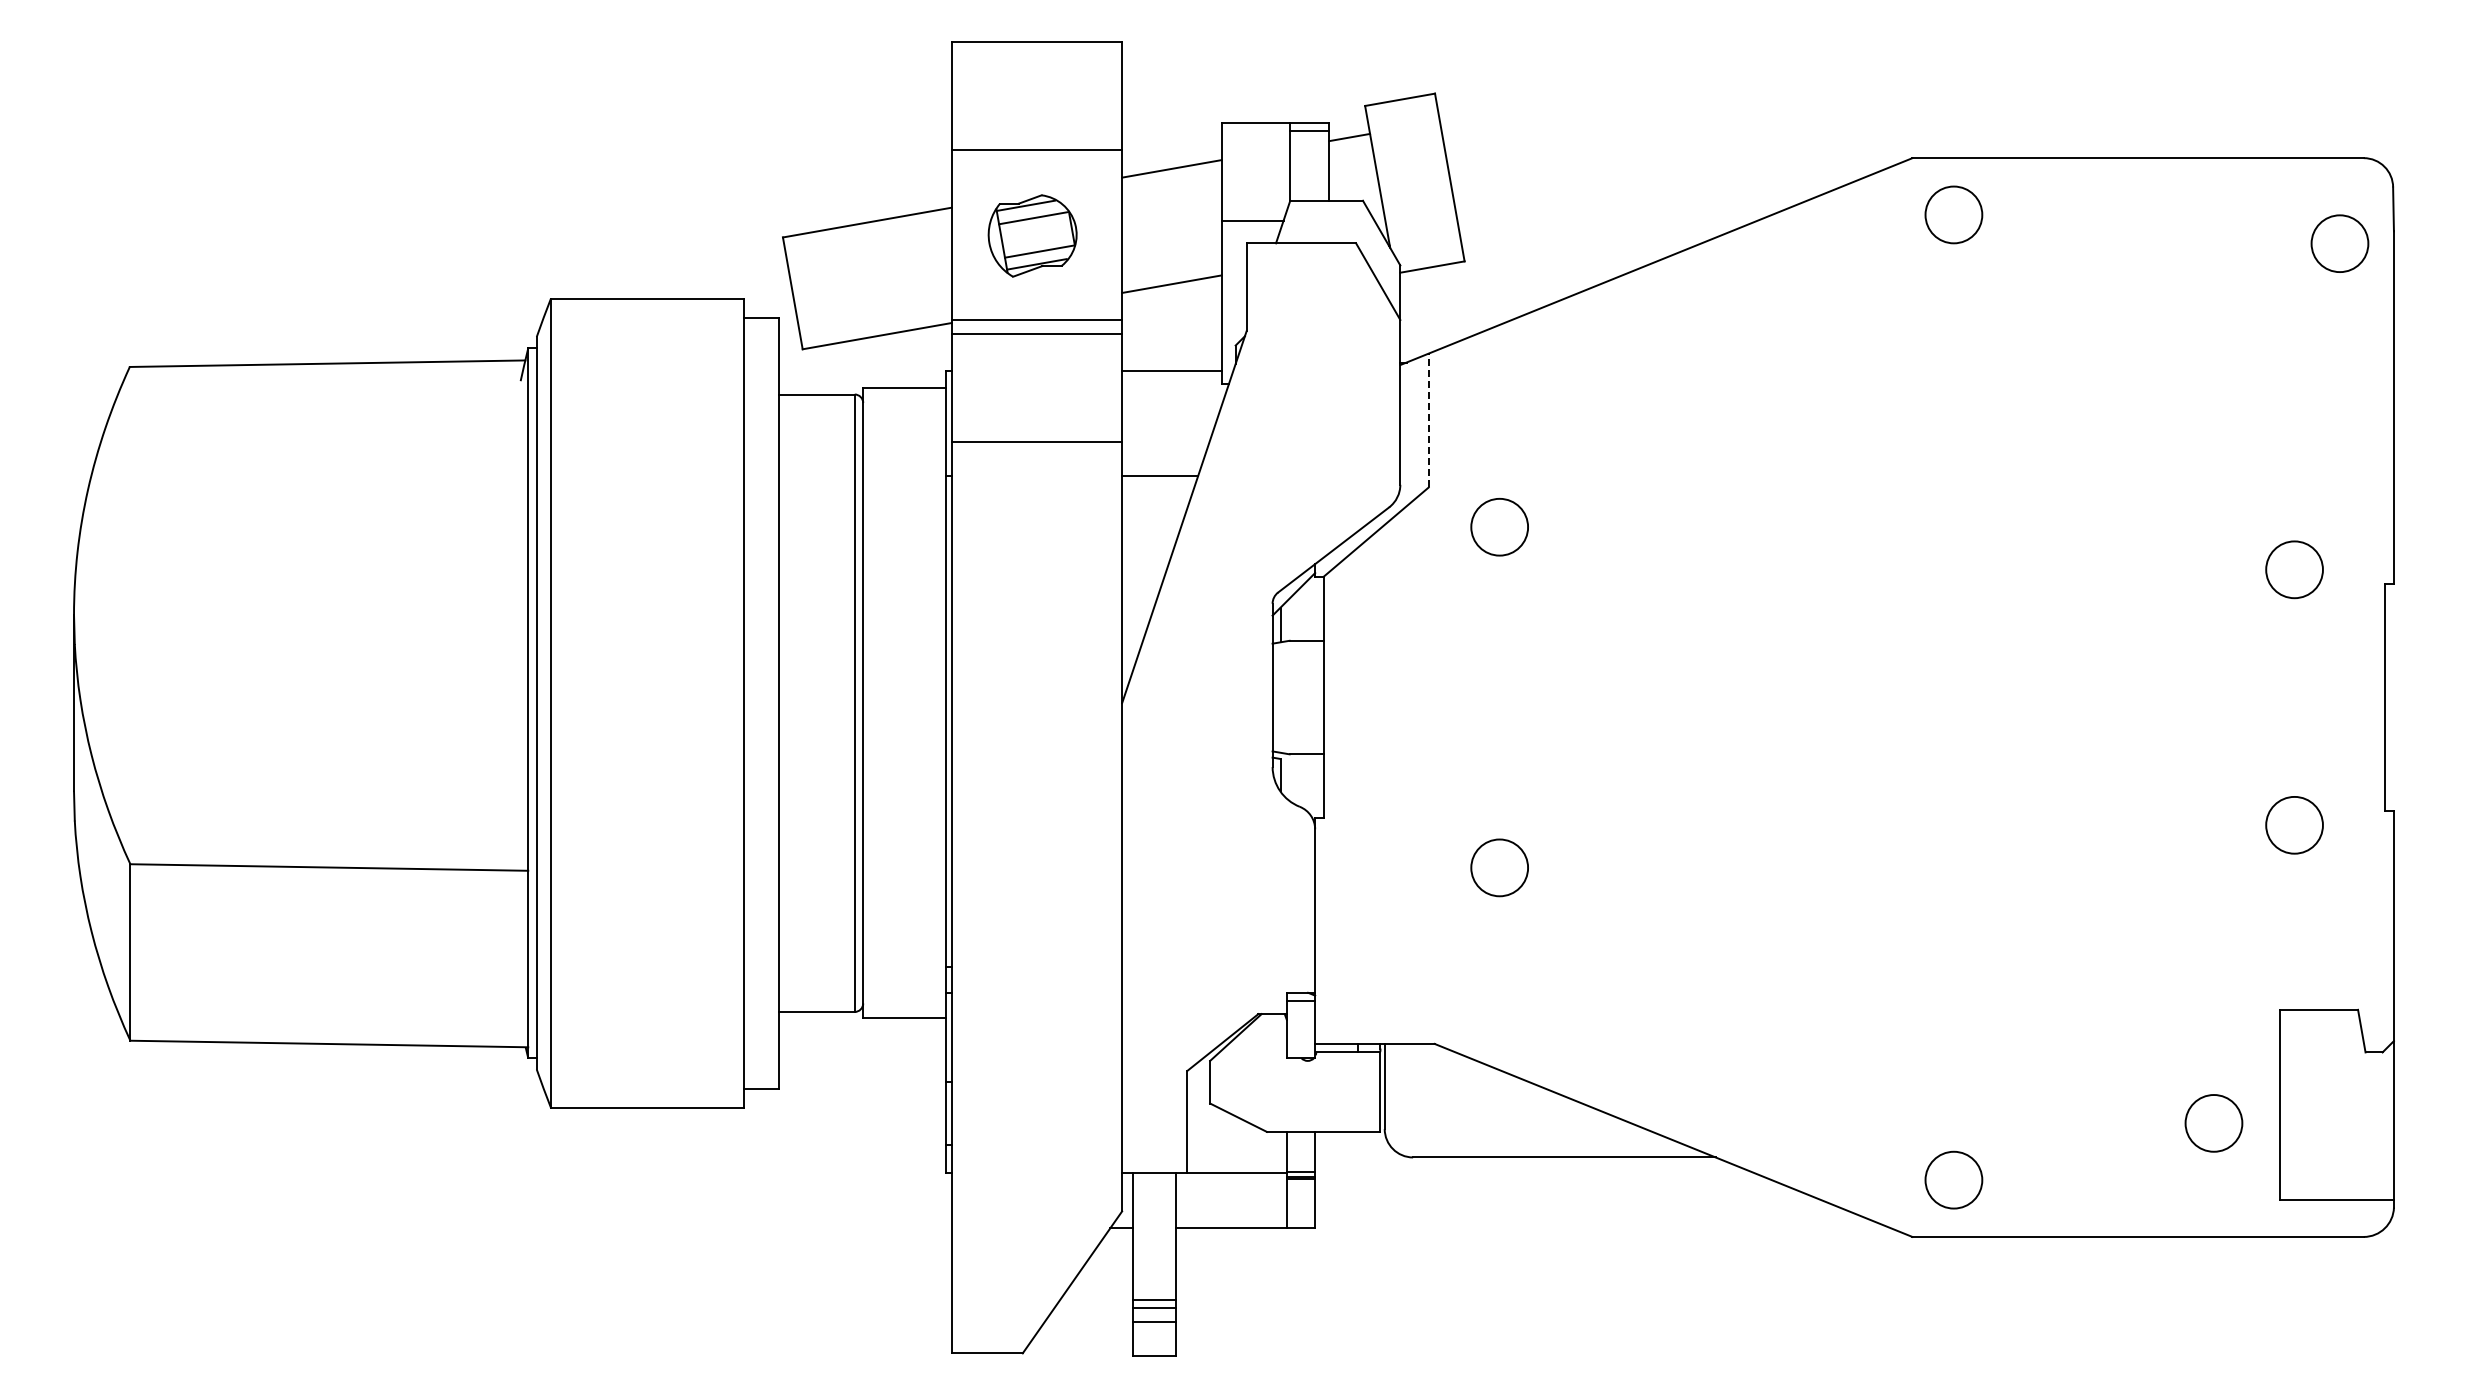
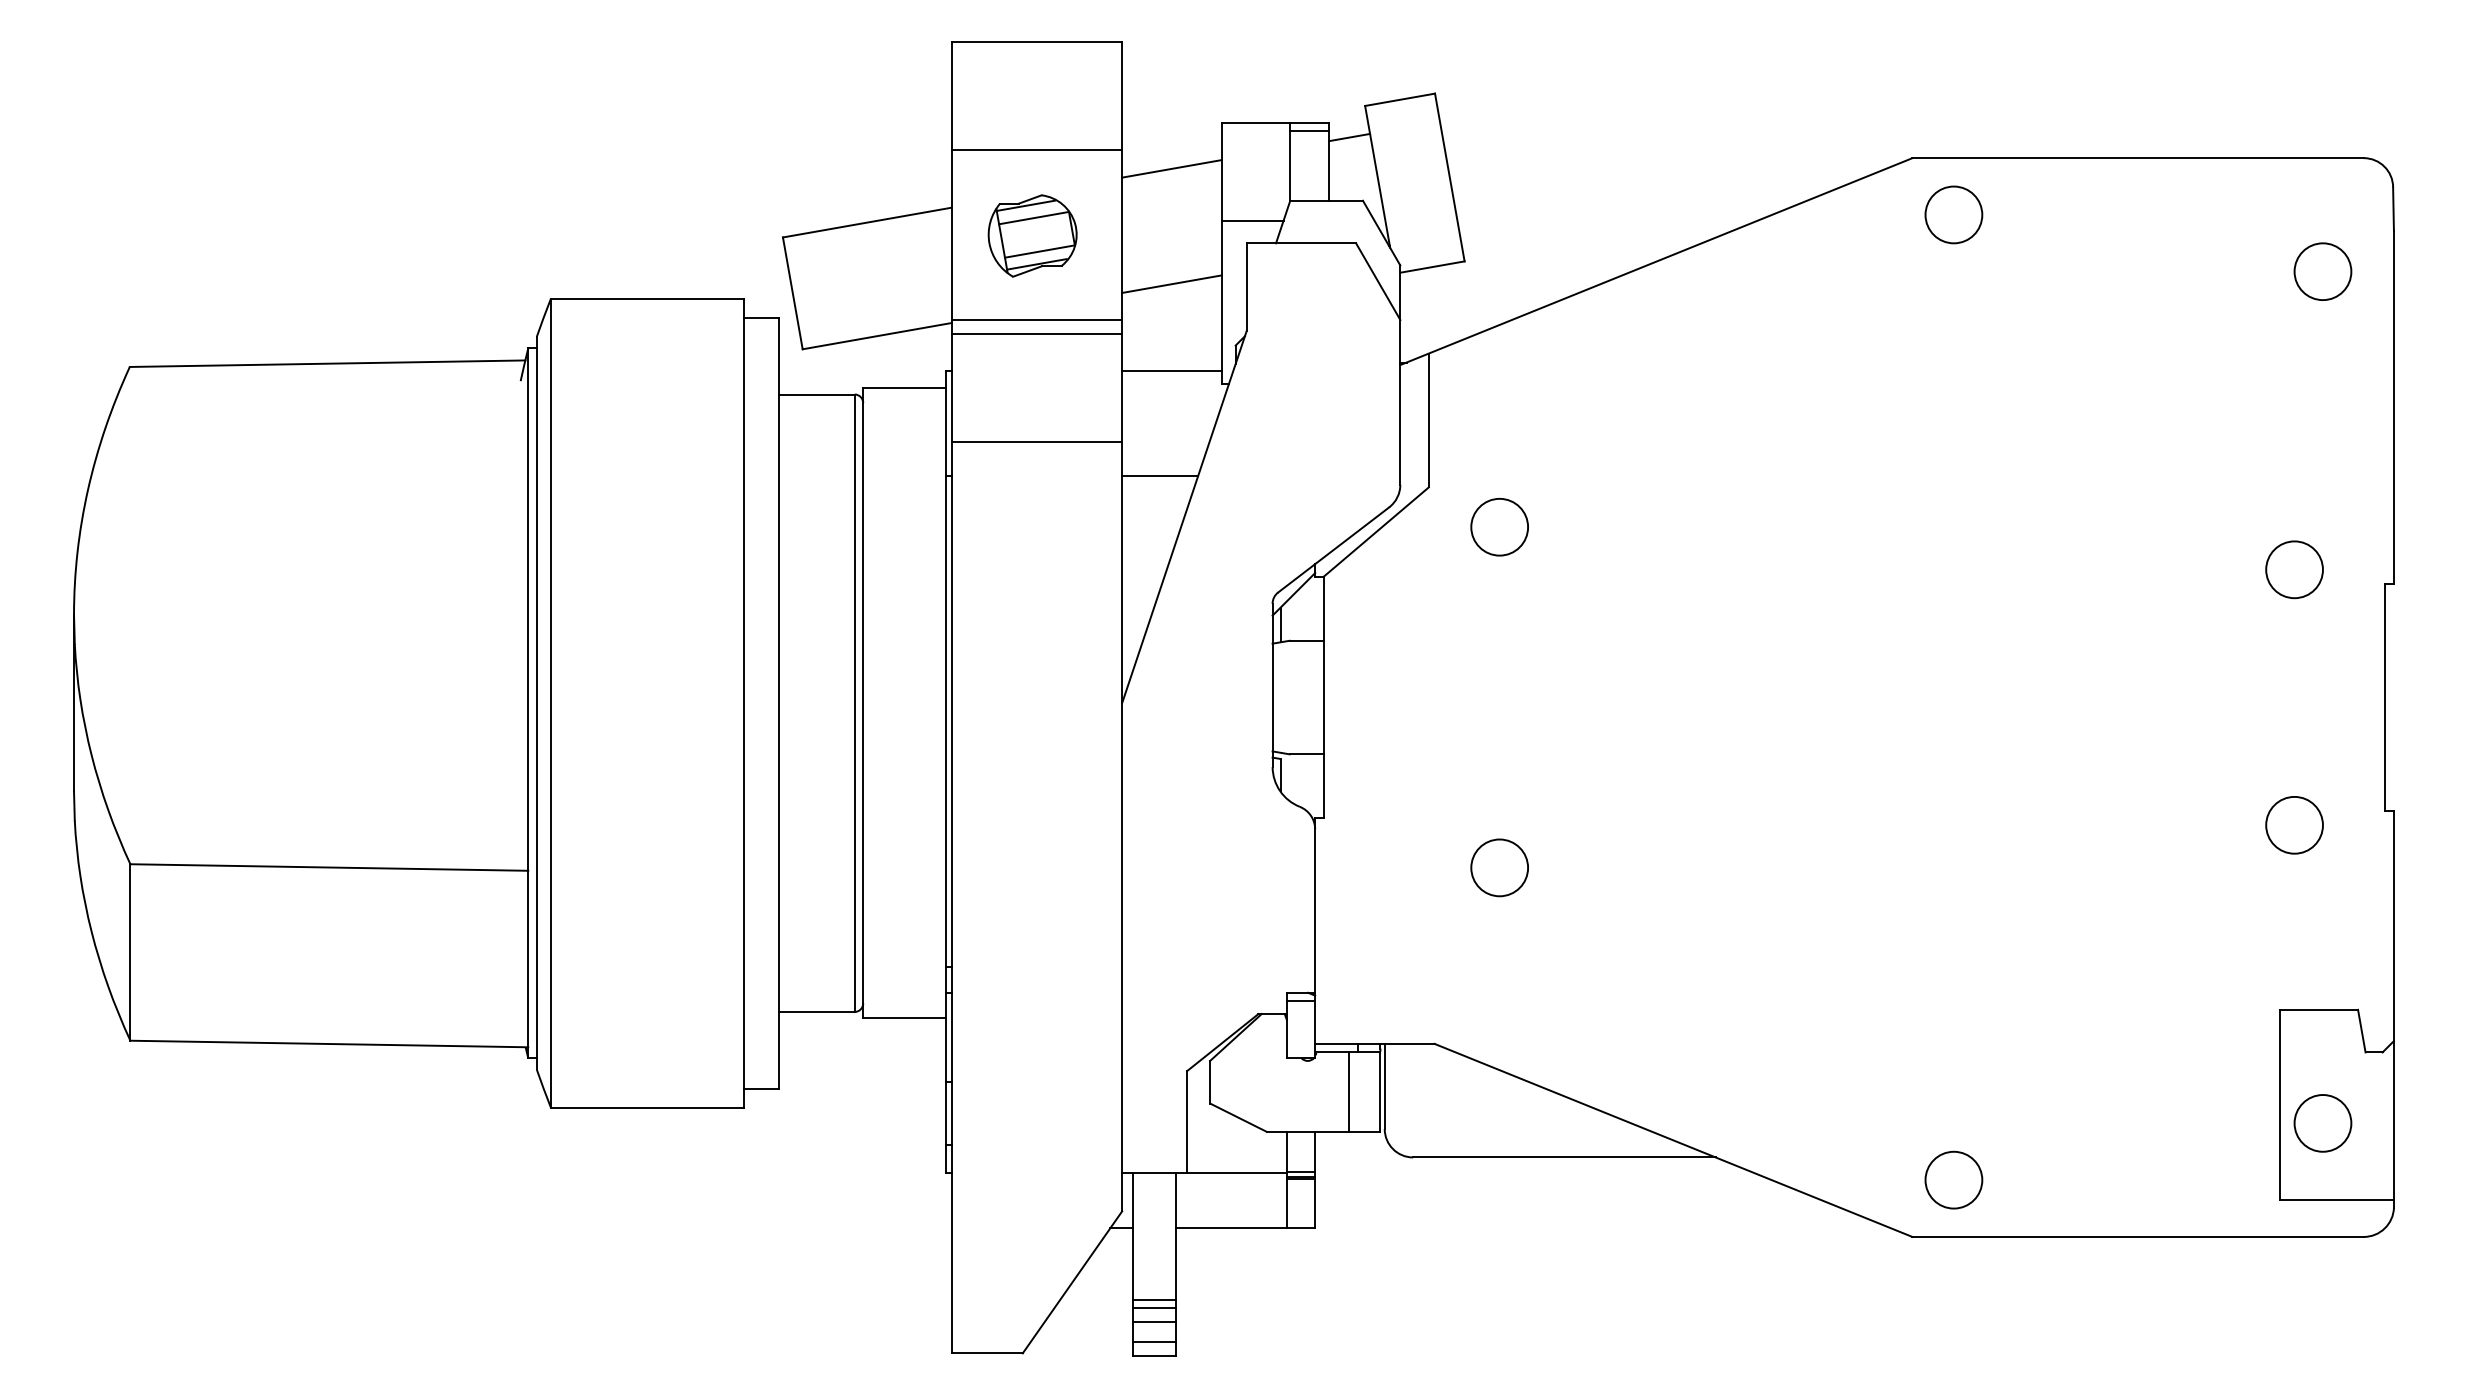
circle at (2339, 243) position: (2339, 243) -> (2322, 271)
line at (1428, 420): dashed -> solid
line at (1349, 1091): none -> present
circle at (2213, 1123) position: (2213, 1123) -> (2322, 1123)
line at (1154, 1341): none -> present
